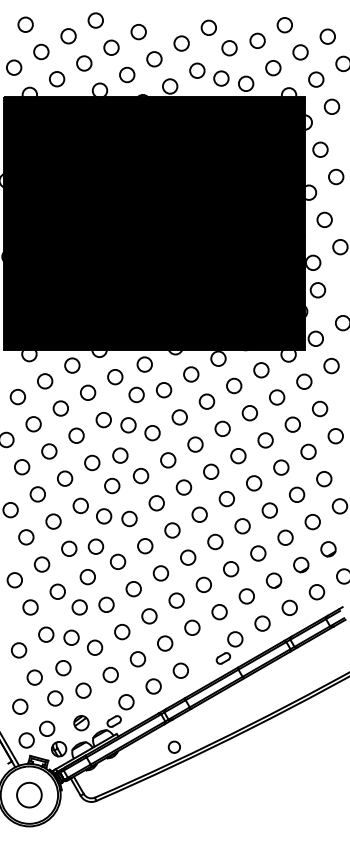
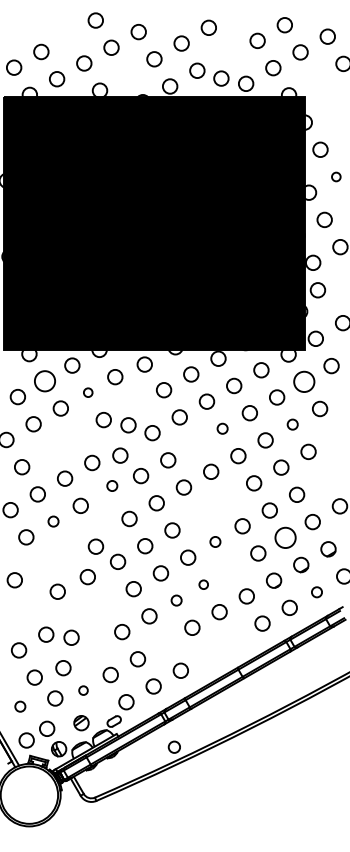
circle at (25, 24): present -> none
circle at (68, 36): present -> none
circle at (229, 48): present -> none
circle at (127, 74): present -> none
circle at (316, 79): present -> none
circle at (331, 106): present -> none
circle at (336, 176) size: 17x18 px -> 11x12 px
circle at (45, 381) size: 17x17 px -> 22x23 px
circle at (304, 381) size: 17x17 px -> 23x23 px
circle at (88, 392) size: 17x17 px -> 11x11 px
circle at (136, 394): present -> none
circle at (292, 424) size: 17x17 px -> 13x13 px
circle at (222, 428) size: 17x17 px -> 13x13 px
circle at (76, 435): present -> none
circle at (335, 436): present -> none
circle at (195, 444): present -> none
circle at (49, 451): present -> none
circle at (324, 479): present -> none
circle at (112, 485) size: 17x18 px -> 13x12 px
circle at (226, 499): present -> none
circle at (199, 514): present -> none
circle at (104, 516): present -> none
circle at (53, 521) size: 17x17 px -> 13x13 px
circle at (285, 537) size: 17x17 px -> 23x23 px
circle at (215, 541) size: 17x18 px -> 13x12 px
circle at (69, 548): present -> none
circle at (42, 564): present -> none
circle at (231, 569): present -> none
circle at (203, 584) size: 17x17 px -> 11x11 px
circle at (316, 592) size: 18x17 px -> 12x13 px
circle at (176, 600) size: 17x17 px -> 13x13 px
circle at (106, 604): present -> none
circle at (30, 607): present -> none
circle at (79, 607): present -> none
circle at (165, 643): present -> none
circle at (94, 647): present -> none
part at (229, 647): present -> none
circle at (83, 690) size: 17x17 px -> 11x11 px
circle at (20, 706) size: 17x17 px -> 13x13 px
circle at (29, 794): present -> none
